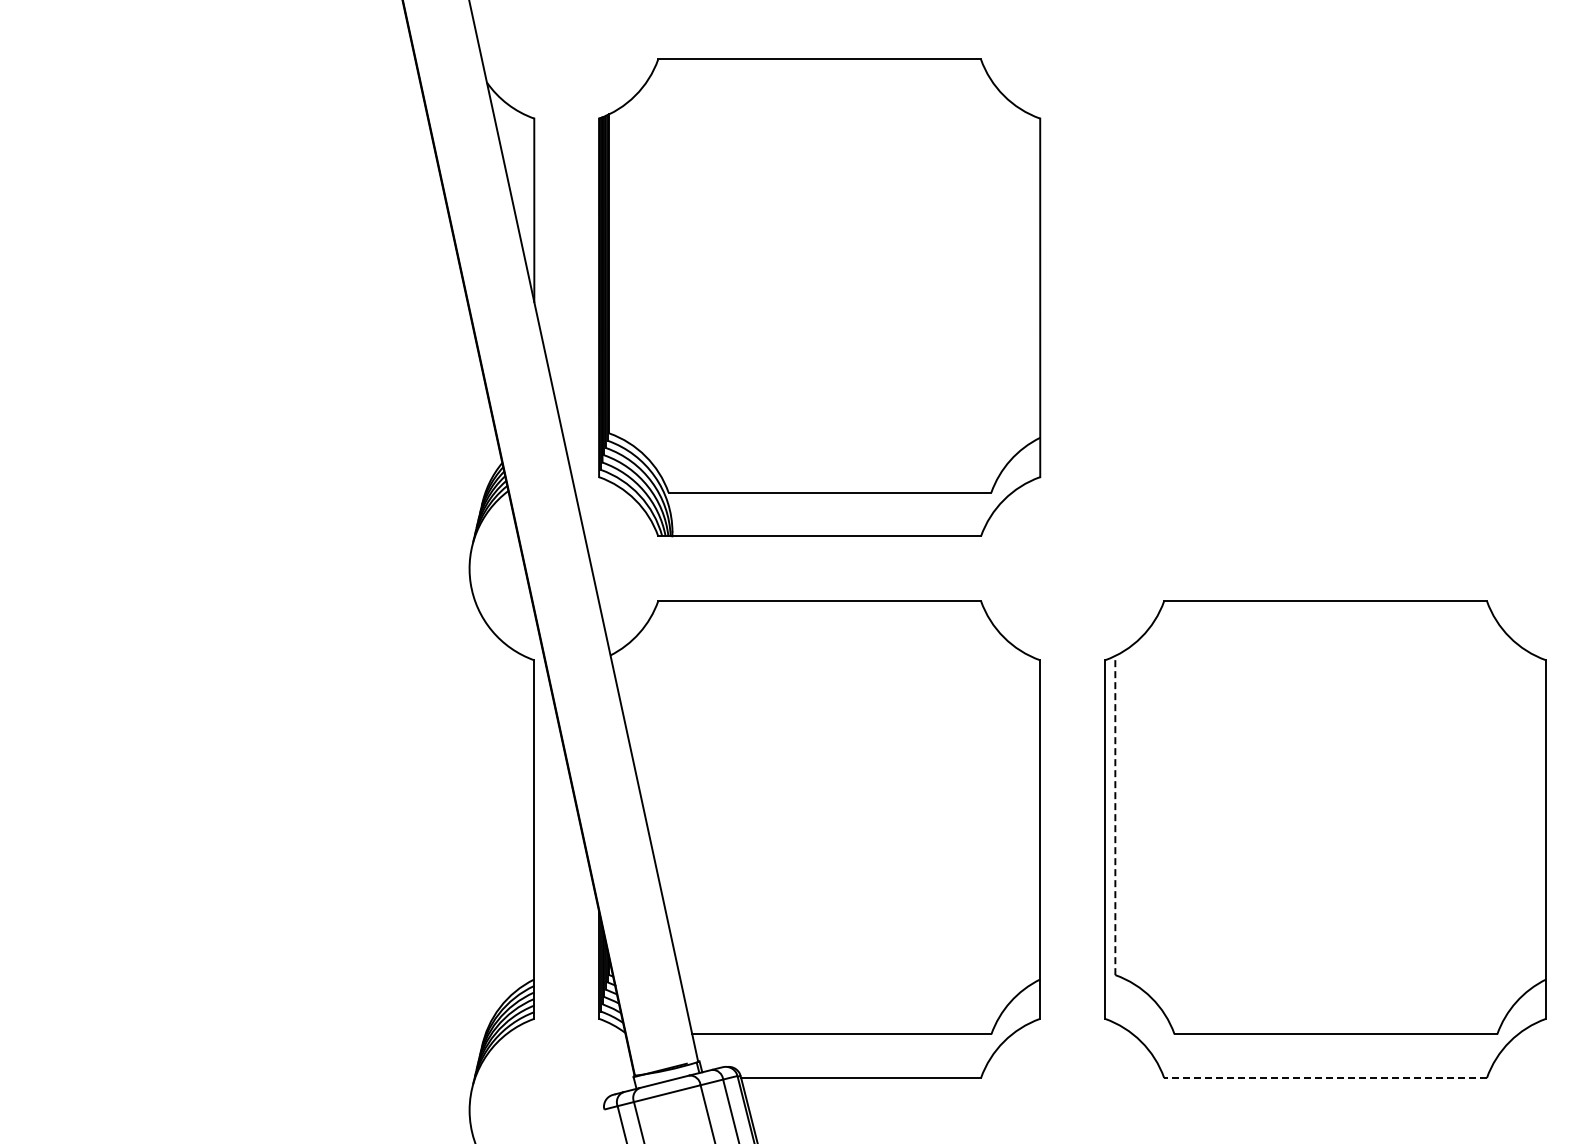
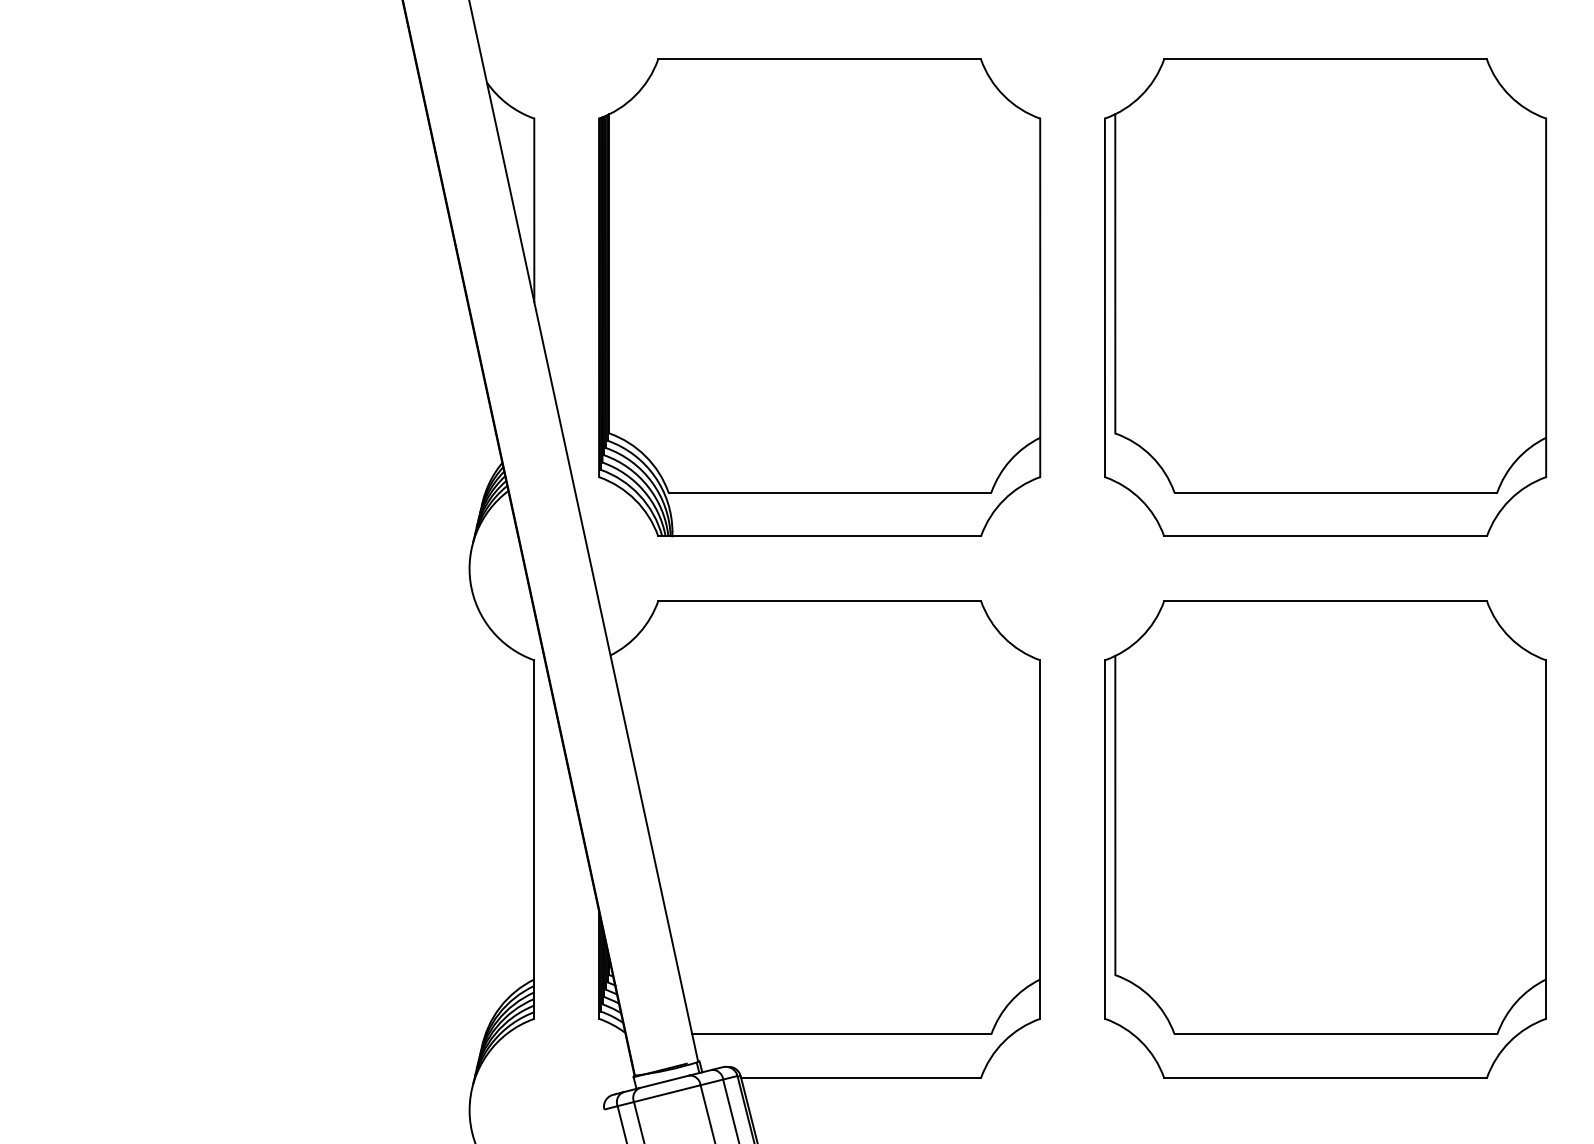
part at (1325, 297): none -> present
line at (1115, 815): dashed -> solid
line at (1325, 1078): dashed -> solid
